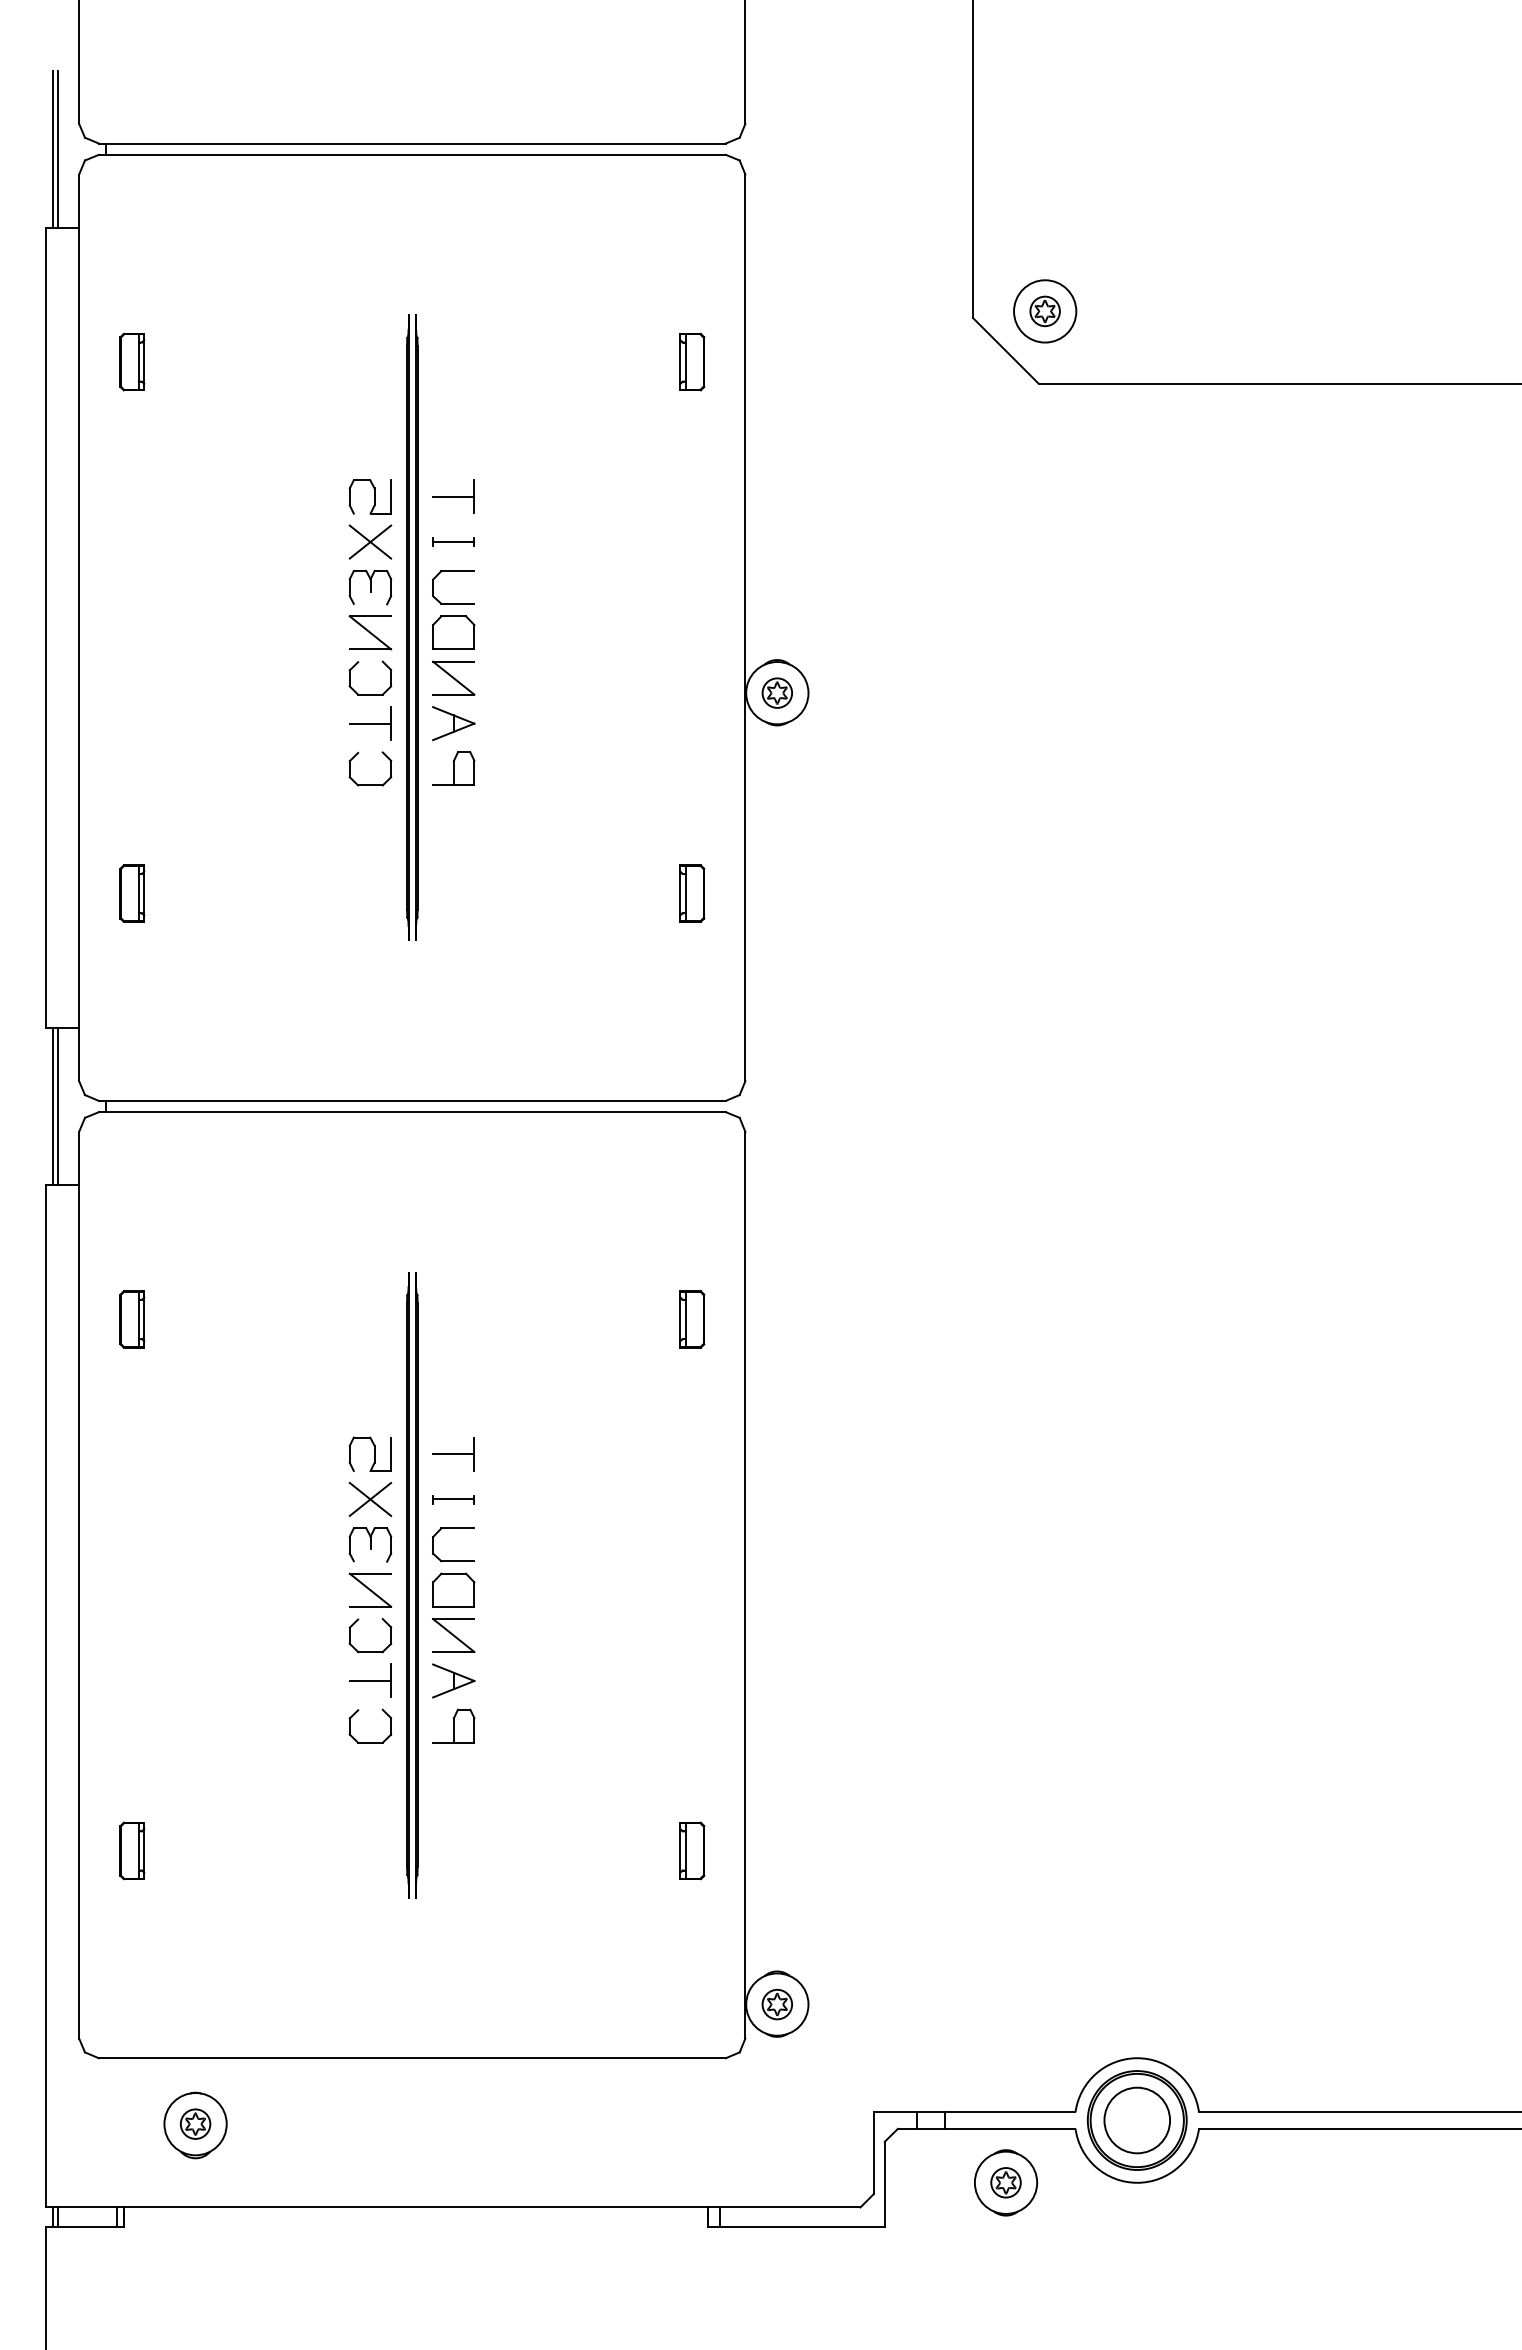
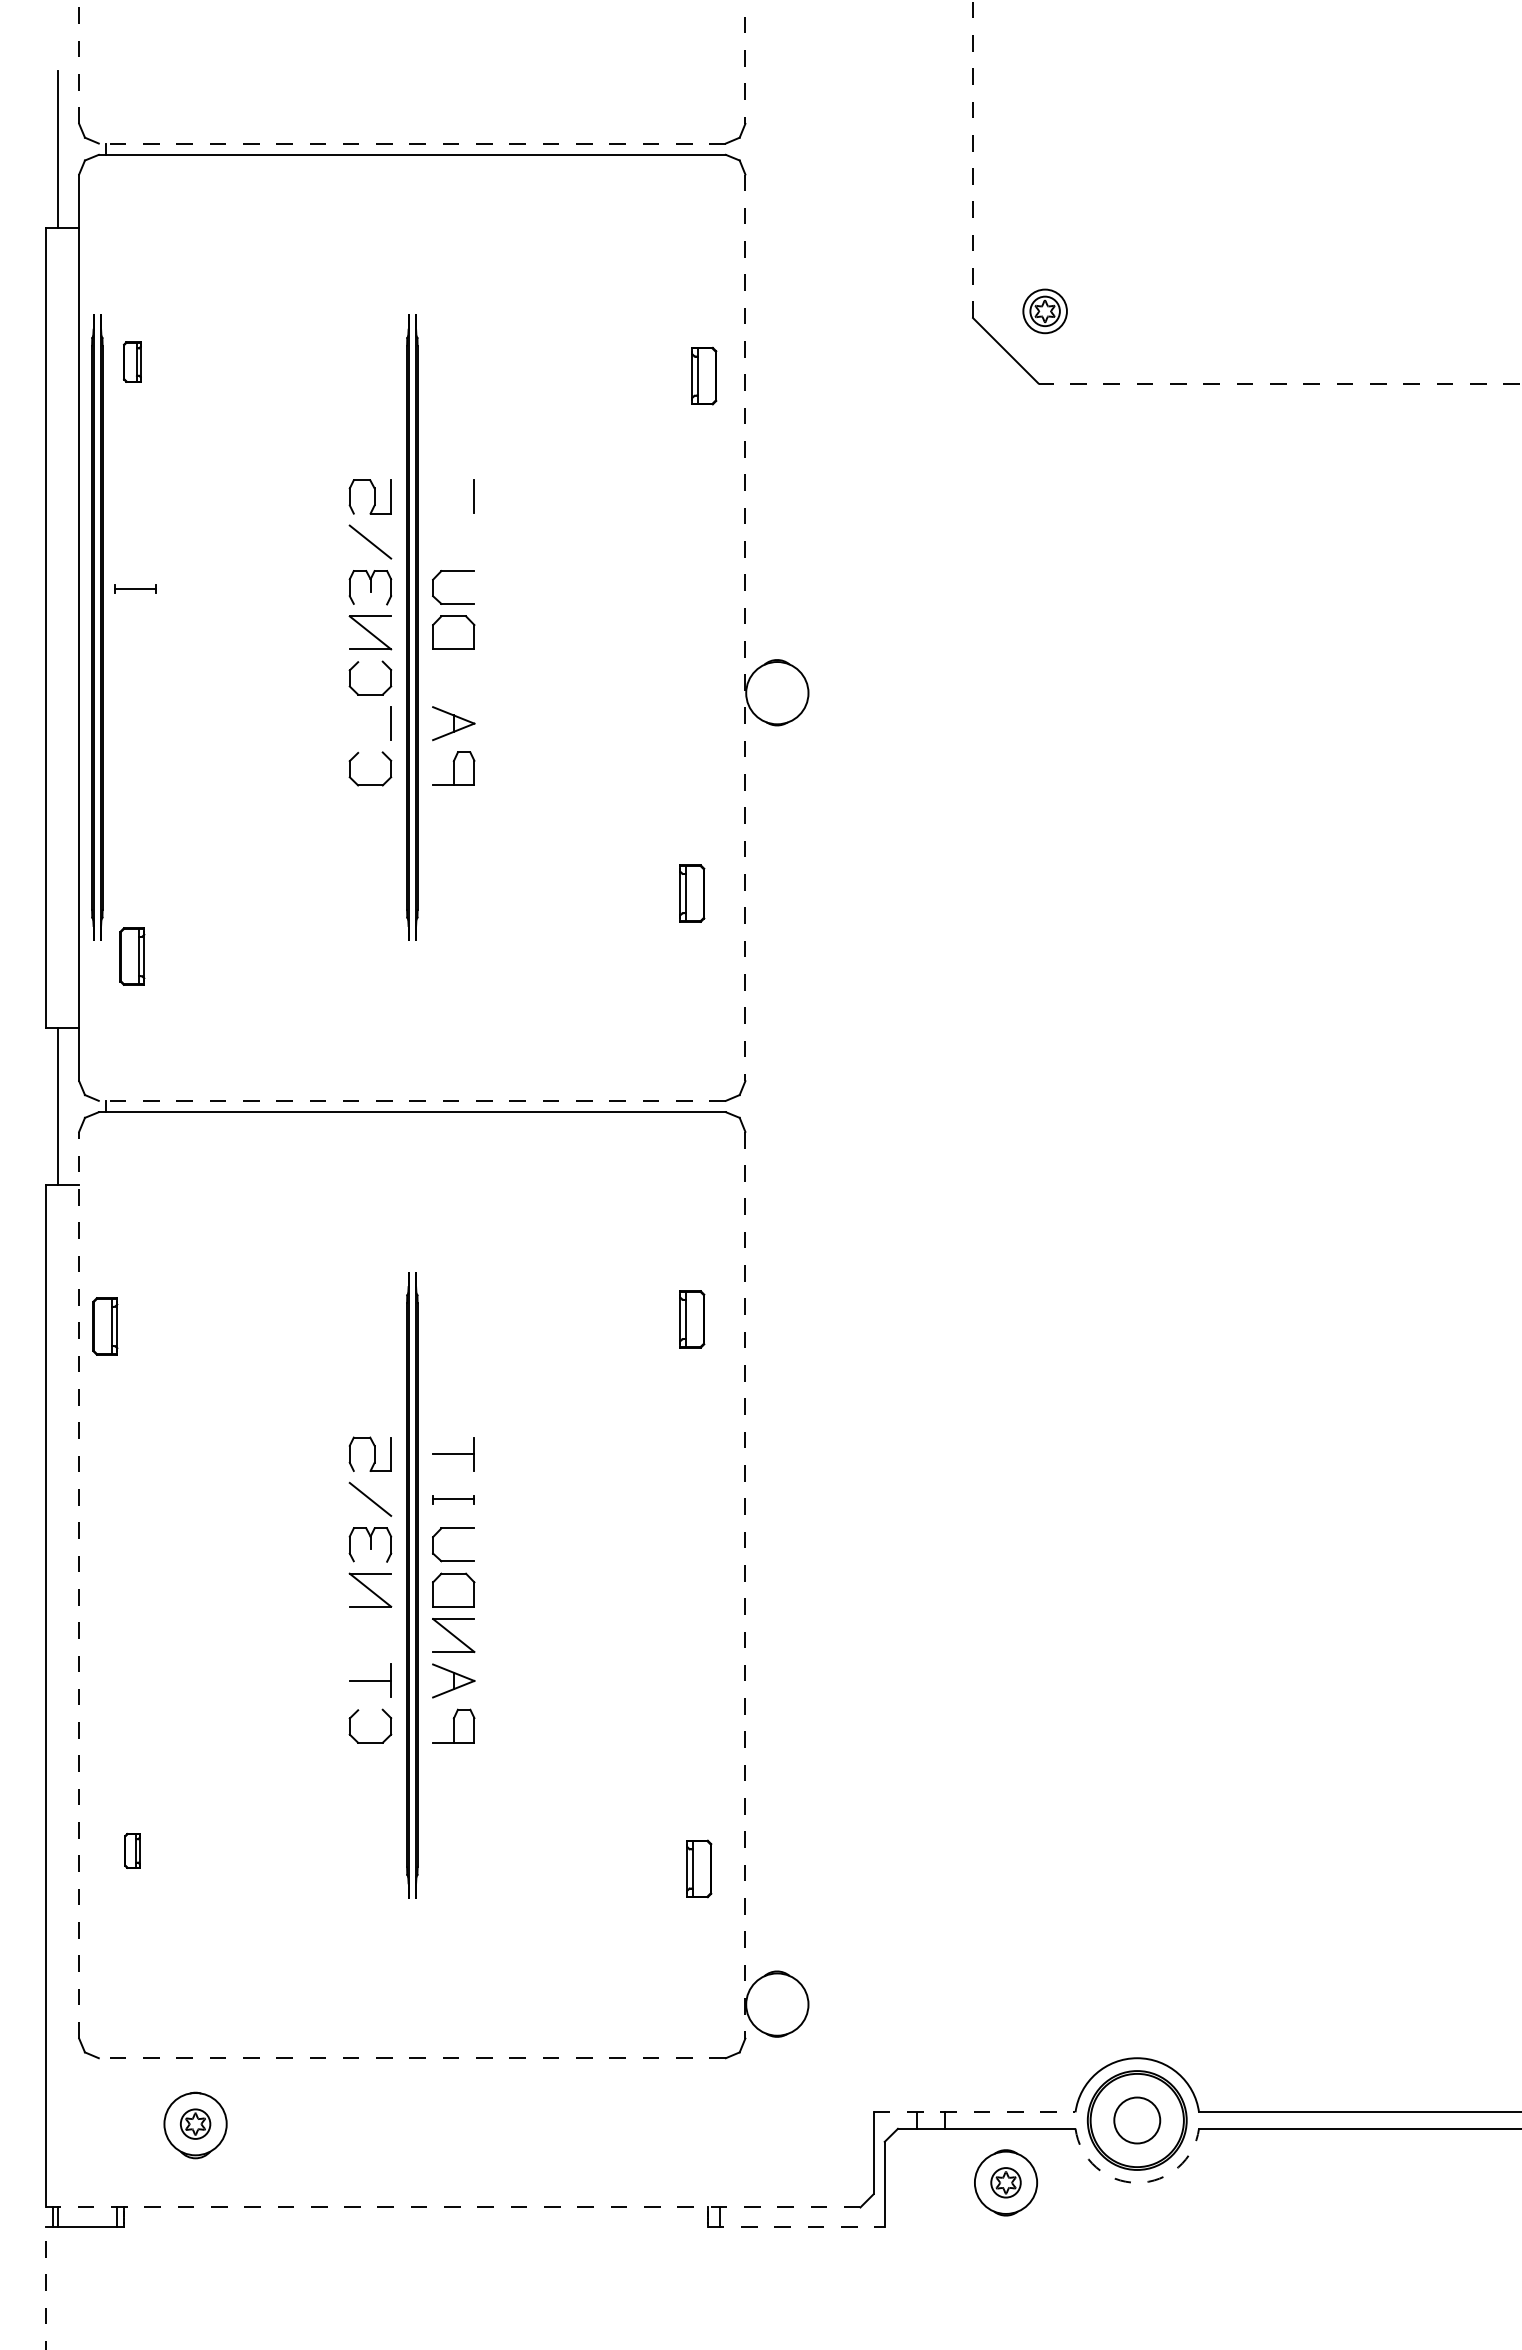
line at (79, 61): solid -> dashed
line at (745, 62): solid -> dashed
line at (412, 143): solid -> dashed
line at (53, 148): present -> none
line at (973, 159): solid -> dashed
circle at (1045, 311) diameter: 62 px -> 44 px
part at (132, 361) size: 27x60 px -> 19x42 px
part at (692, 361) position: (692, 361) -> (704, 375)
line at (1279, 383): solid -> dashed
line at (453, 496): present -> none
line at (370, 541): present -> none
part at (453, 541) position: (453, 541) -> (135, 588)
part at (97, 627): none -> present
line at (745, 628): solid -> dashed
part at (453, 677): present -> none
part at (776, 692): present -> none
line at (370, 723): present -> none
part at (132, 893) position: (132, 893) -> (132, 956)
line at (412, 1100): solid -> dashed
line at (53, 1106): present -> none
part at (132, 1319) position: (132, 1319) -> (105, 1326)
line at (370, 1498): present -> none
line at (79, 1584): solid -> dashed
line at (745, 1585): solid -> dashed
part at (370, 1651): present -> none
part at (132, 1850) size: 27x60 px -> 17x36 px
part at (692, 1850) position: (692, 1850) -> (699, 1868)
part at (776, 2004): present -> none
line at (412, 2058): solid -> dashed
line at (974, 2112): solid -> dashed
circle at (1137, 2120) diameter: 66 px -> 46 px
arc at (1137, 2182): solid -> dashed
line at (452, 2207): solid -> dashed
line at (796, 2227): solid -> dashed
line at (45, 2288): solid -> dashed
